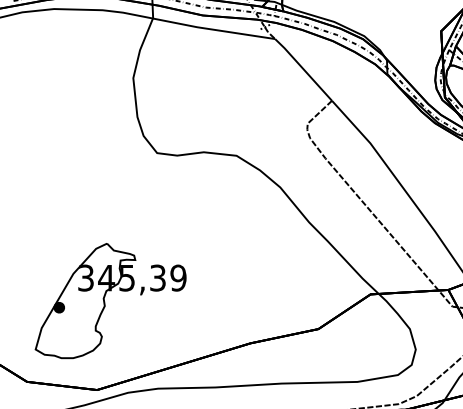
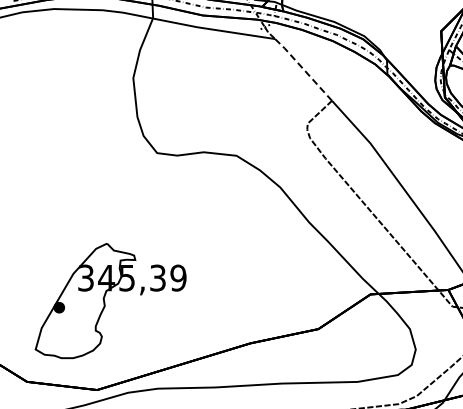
line at (303, 68): solid -> dashed
